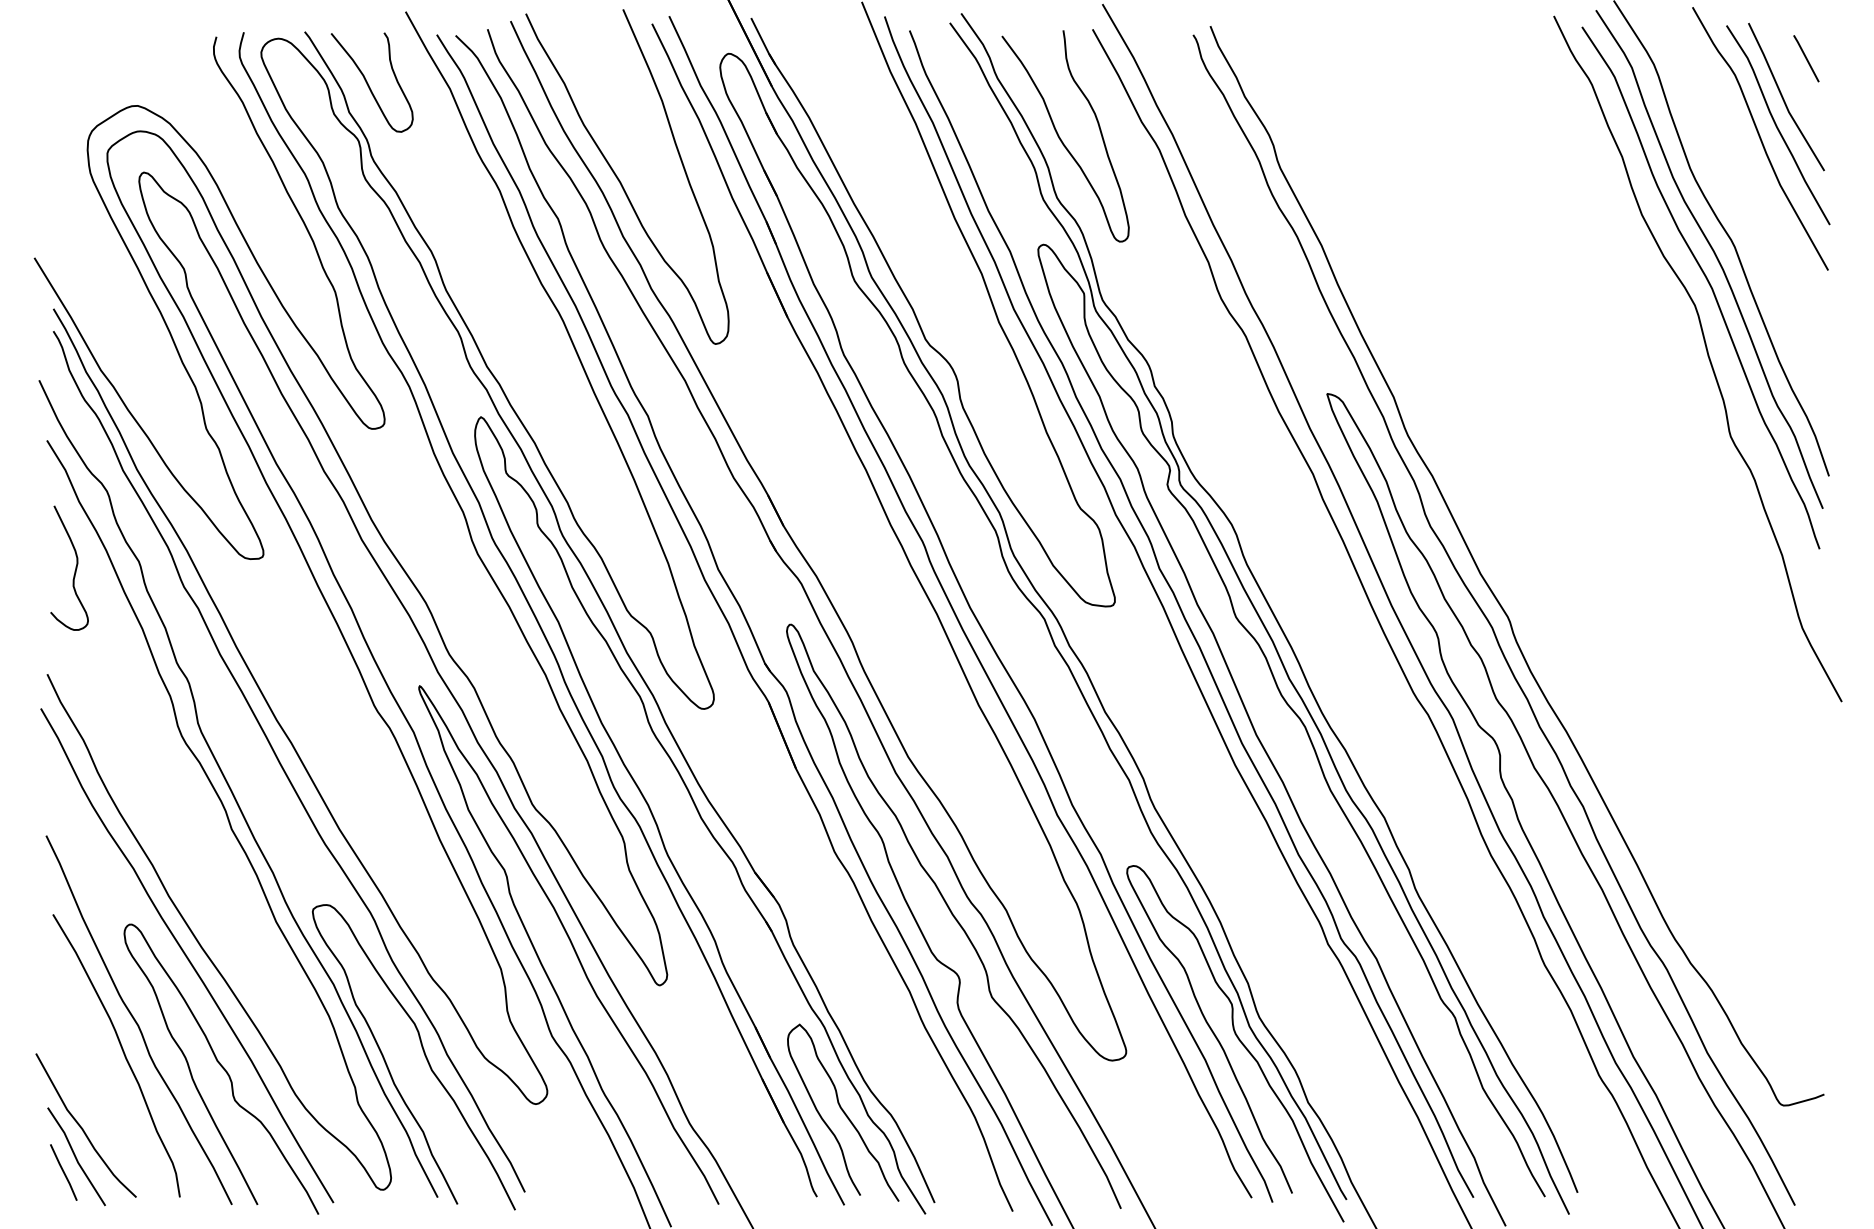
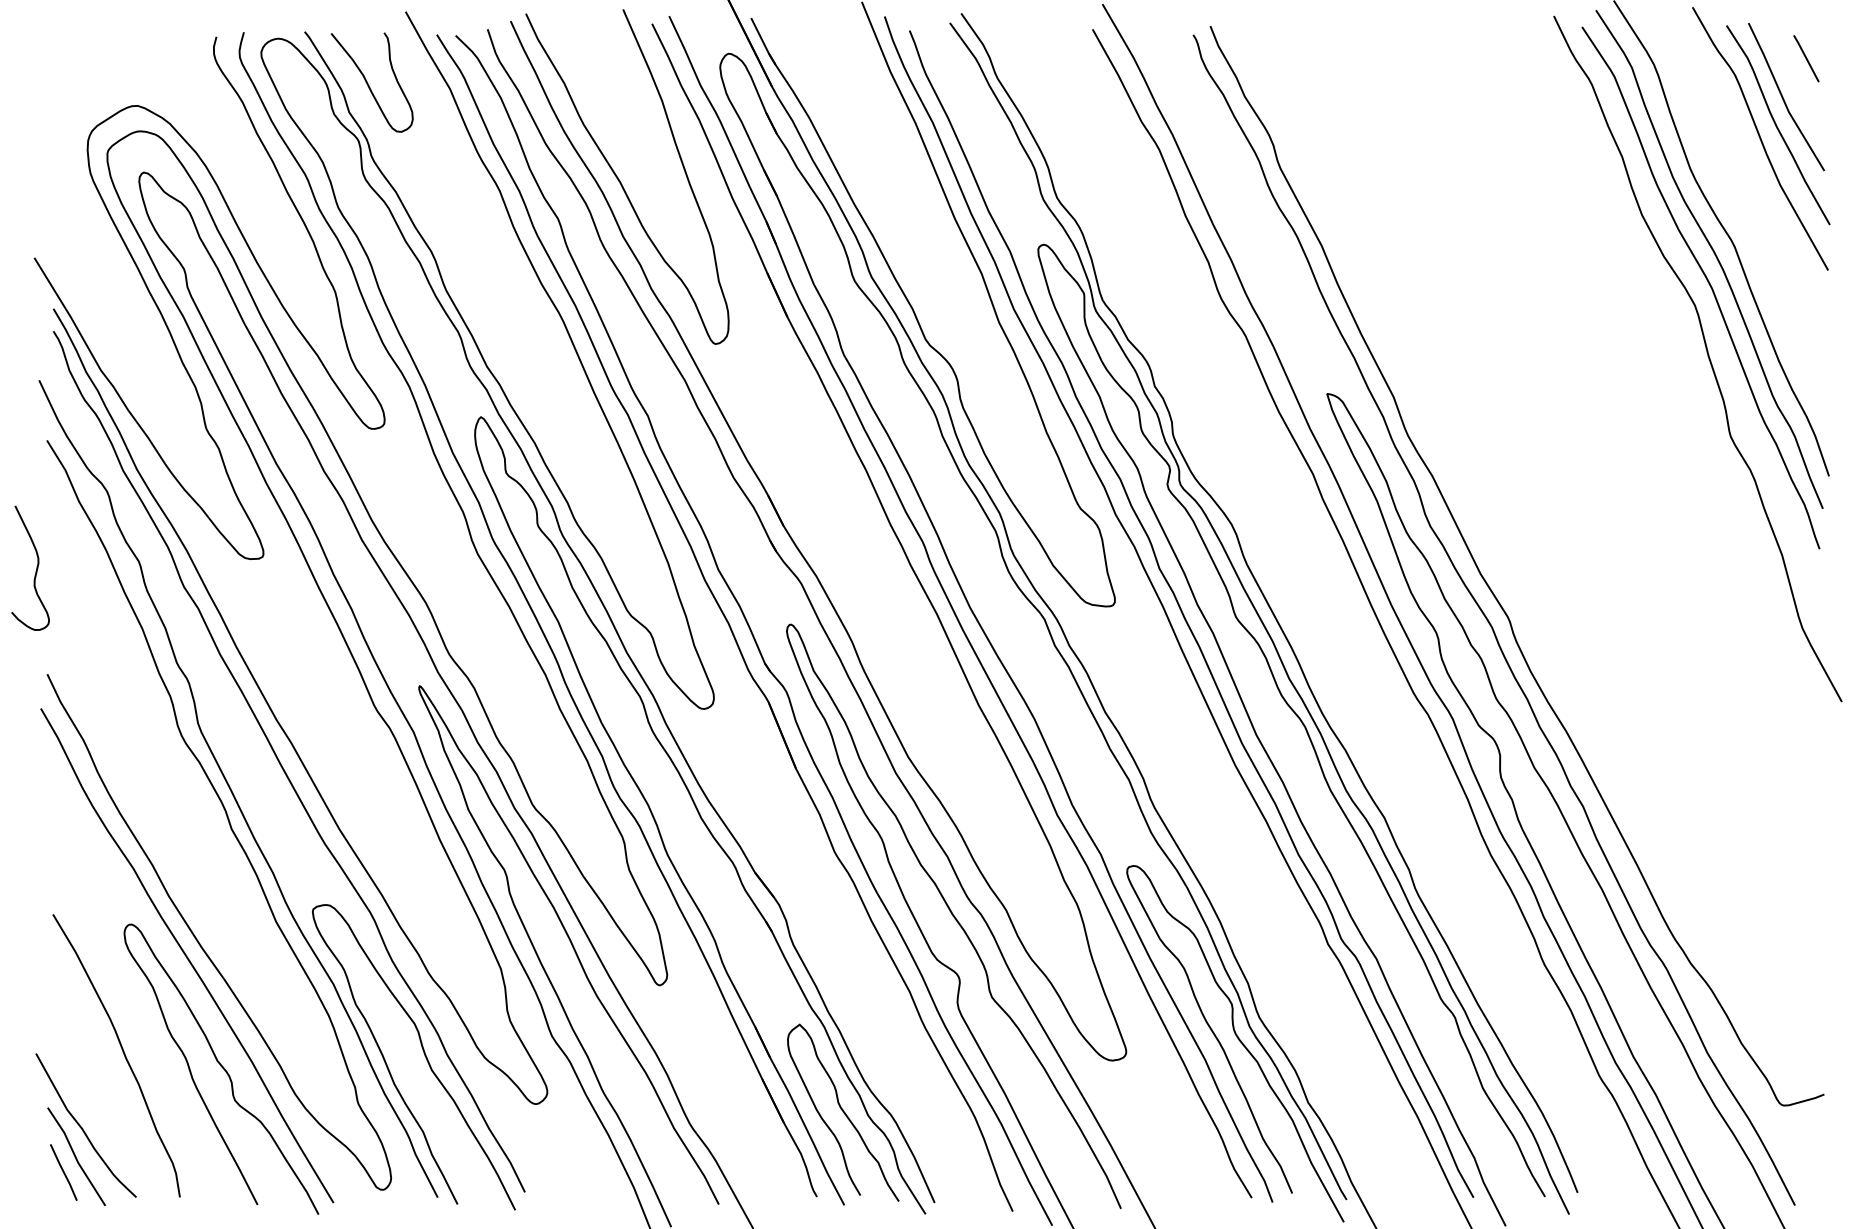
curve at (1061, 139): present -> none
curve at (74, 570) position: (74, 570) -> (35, 570)
curve at (136, 1020): present -> none
